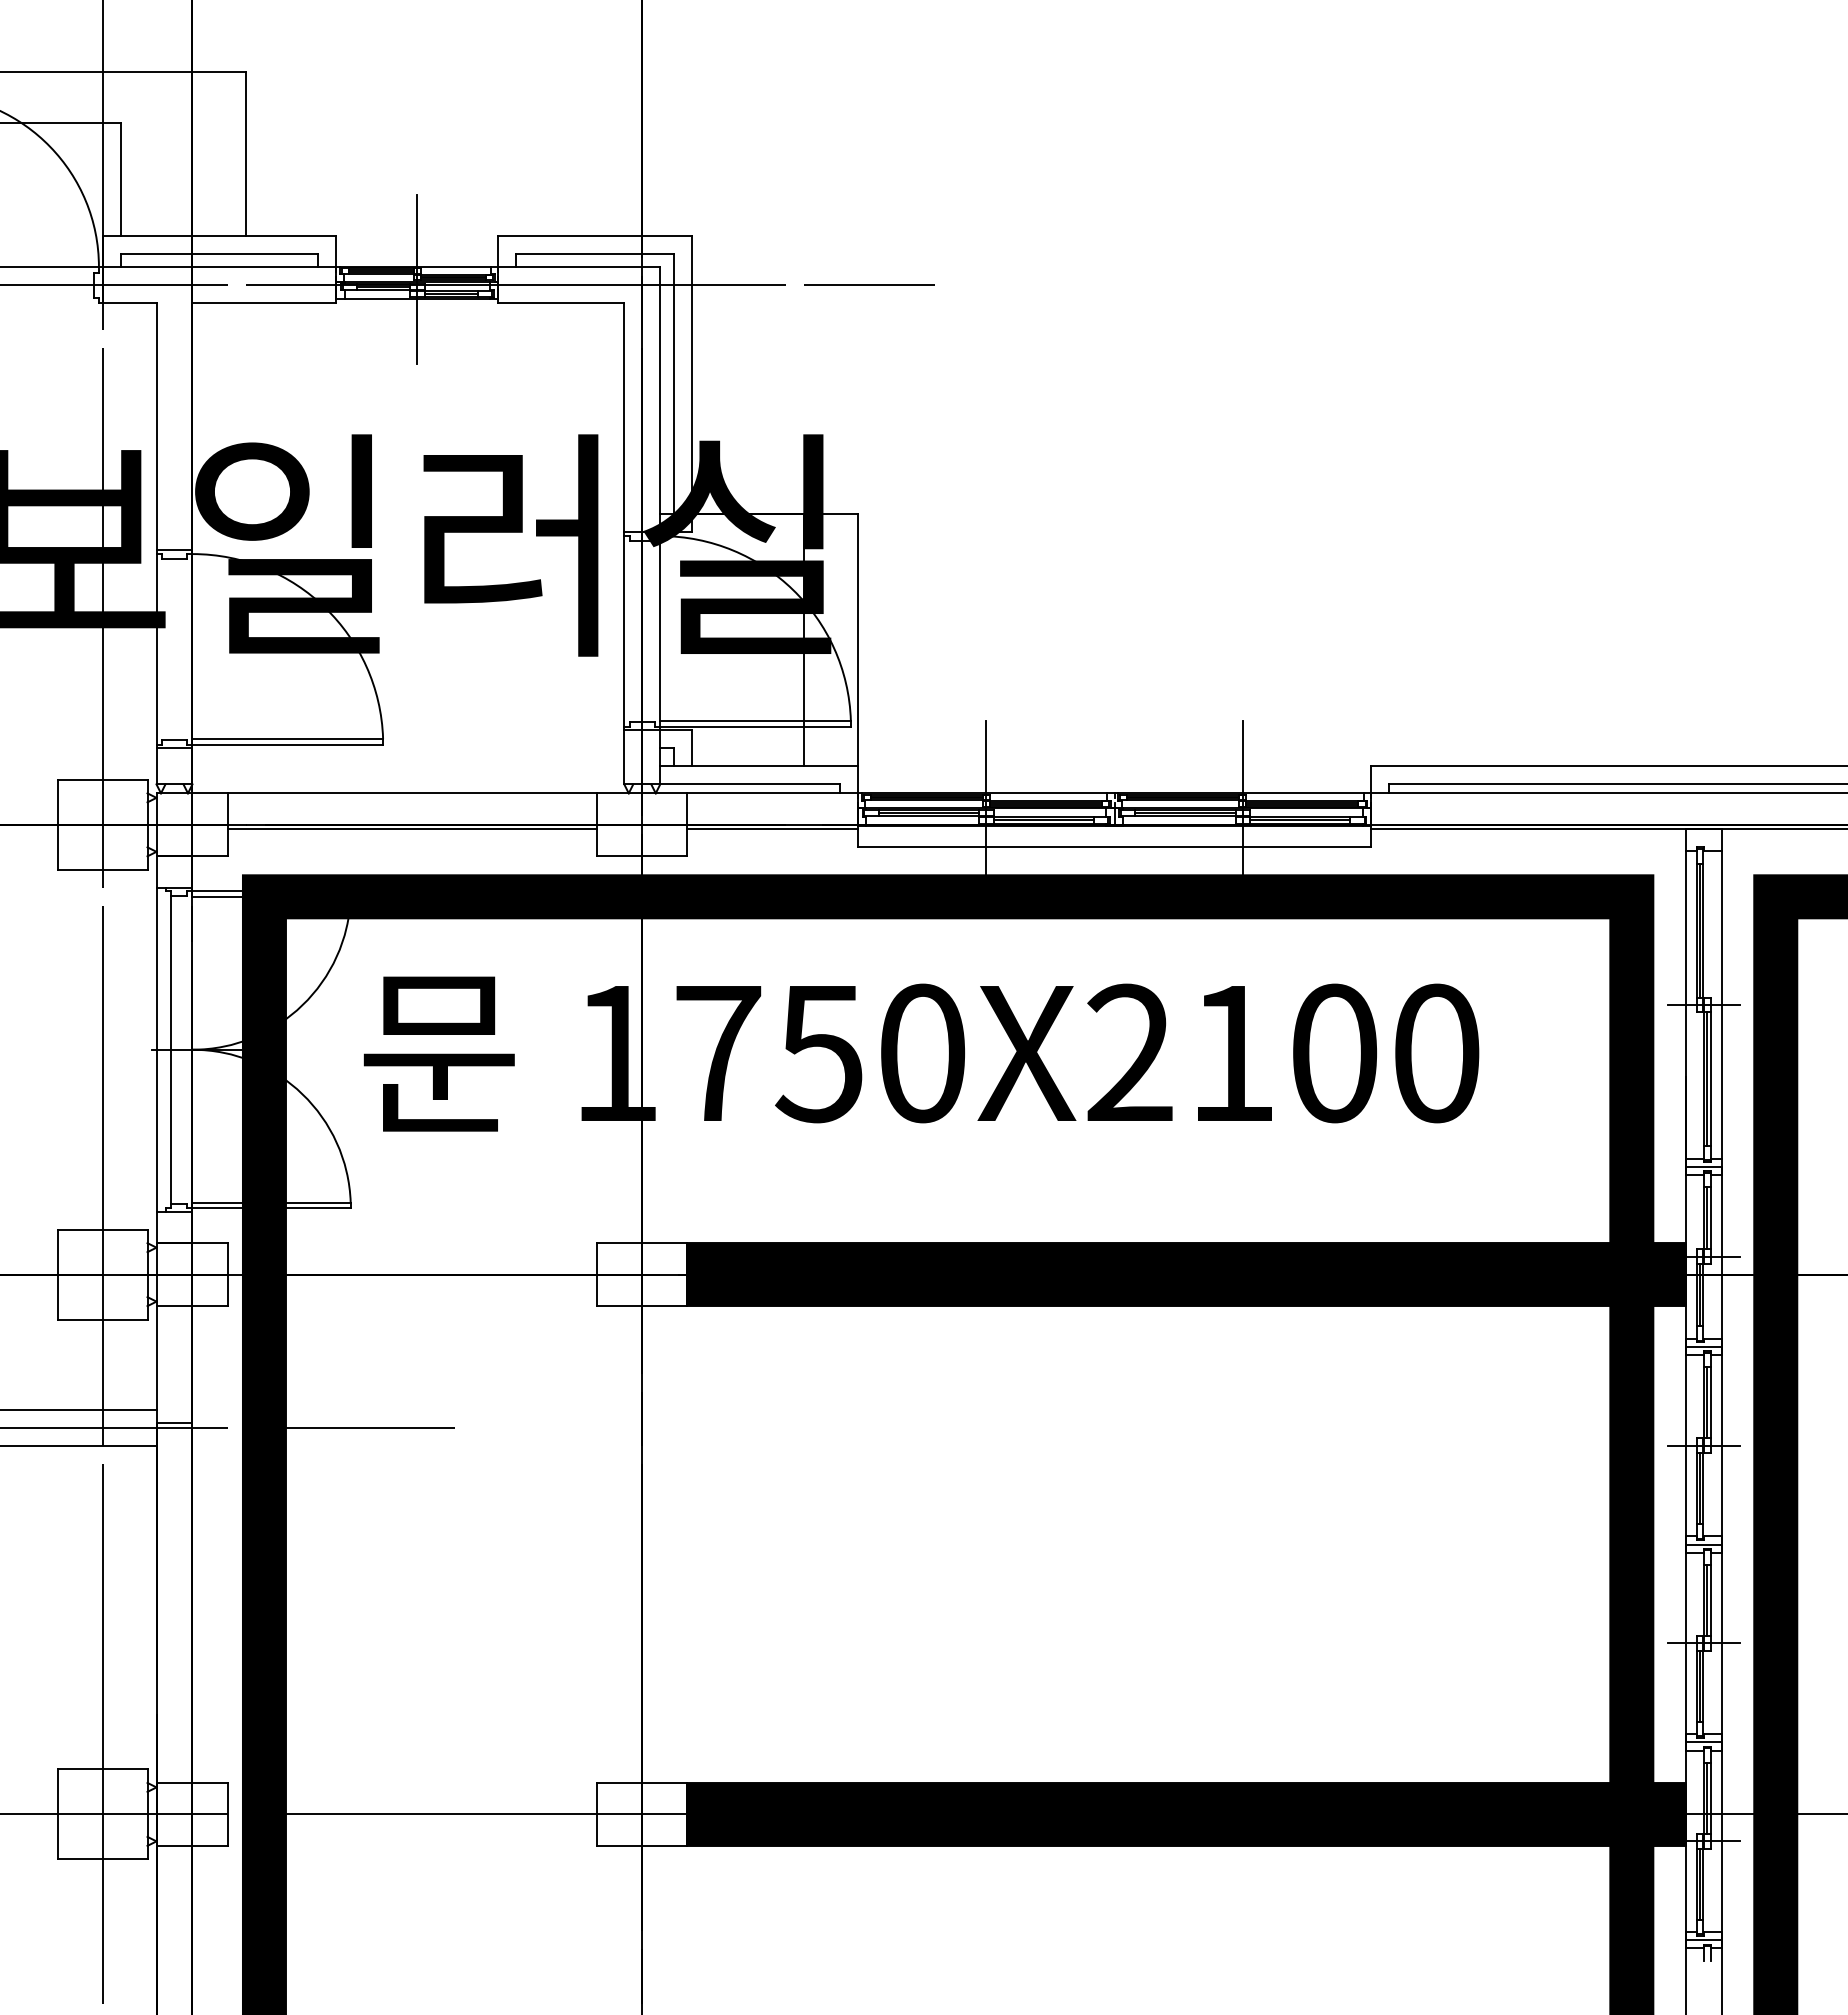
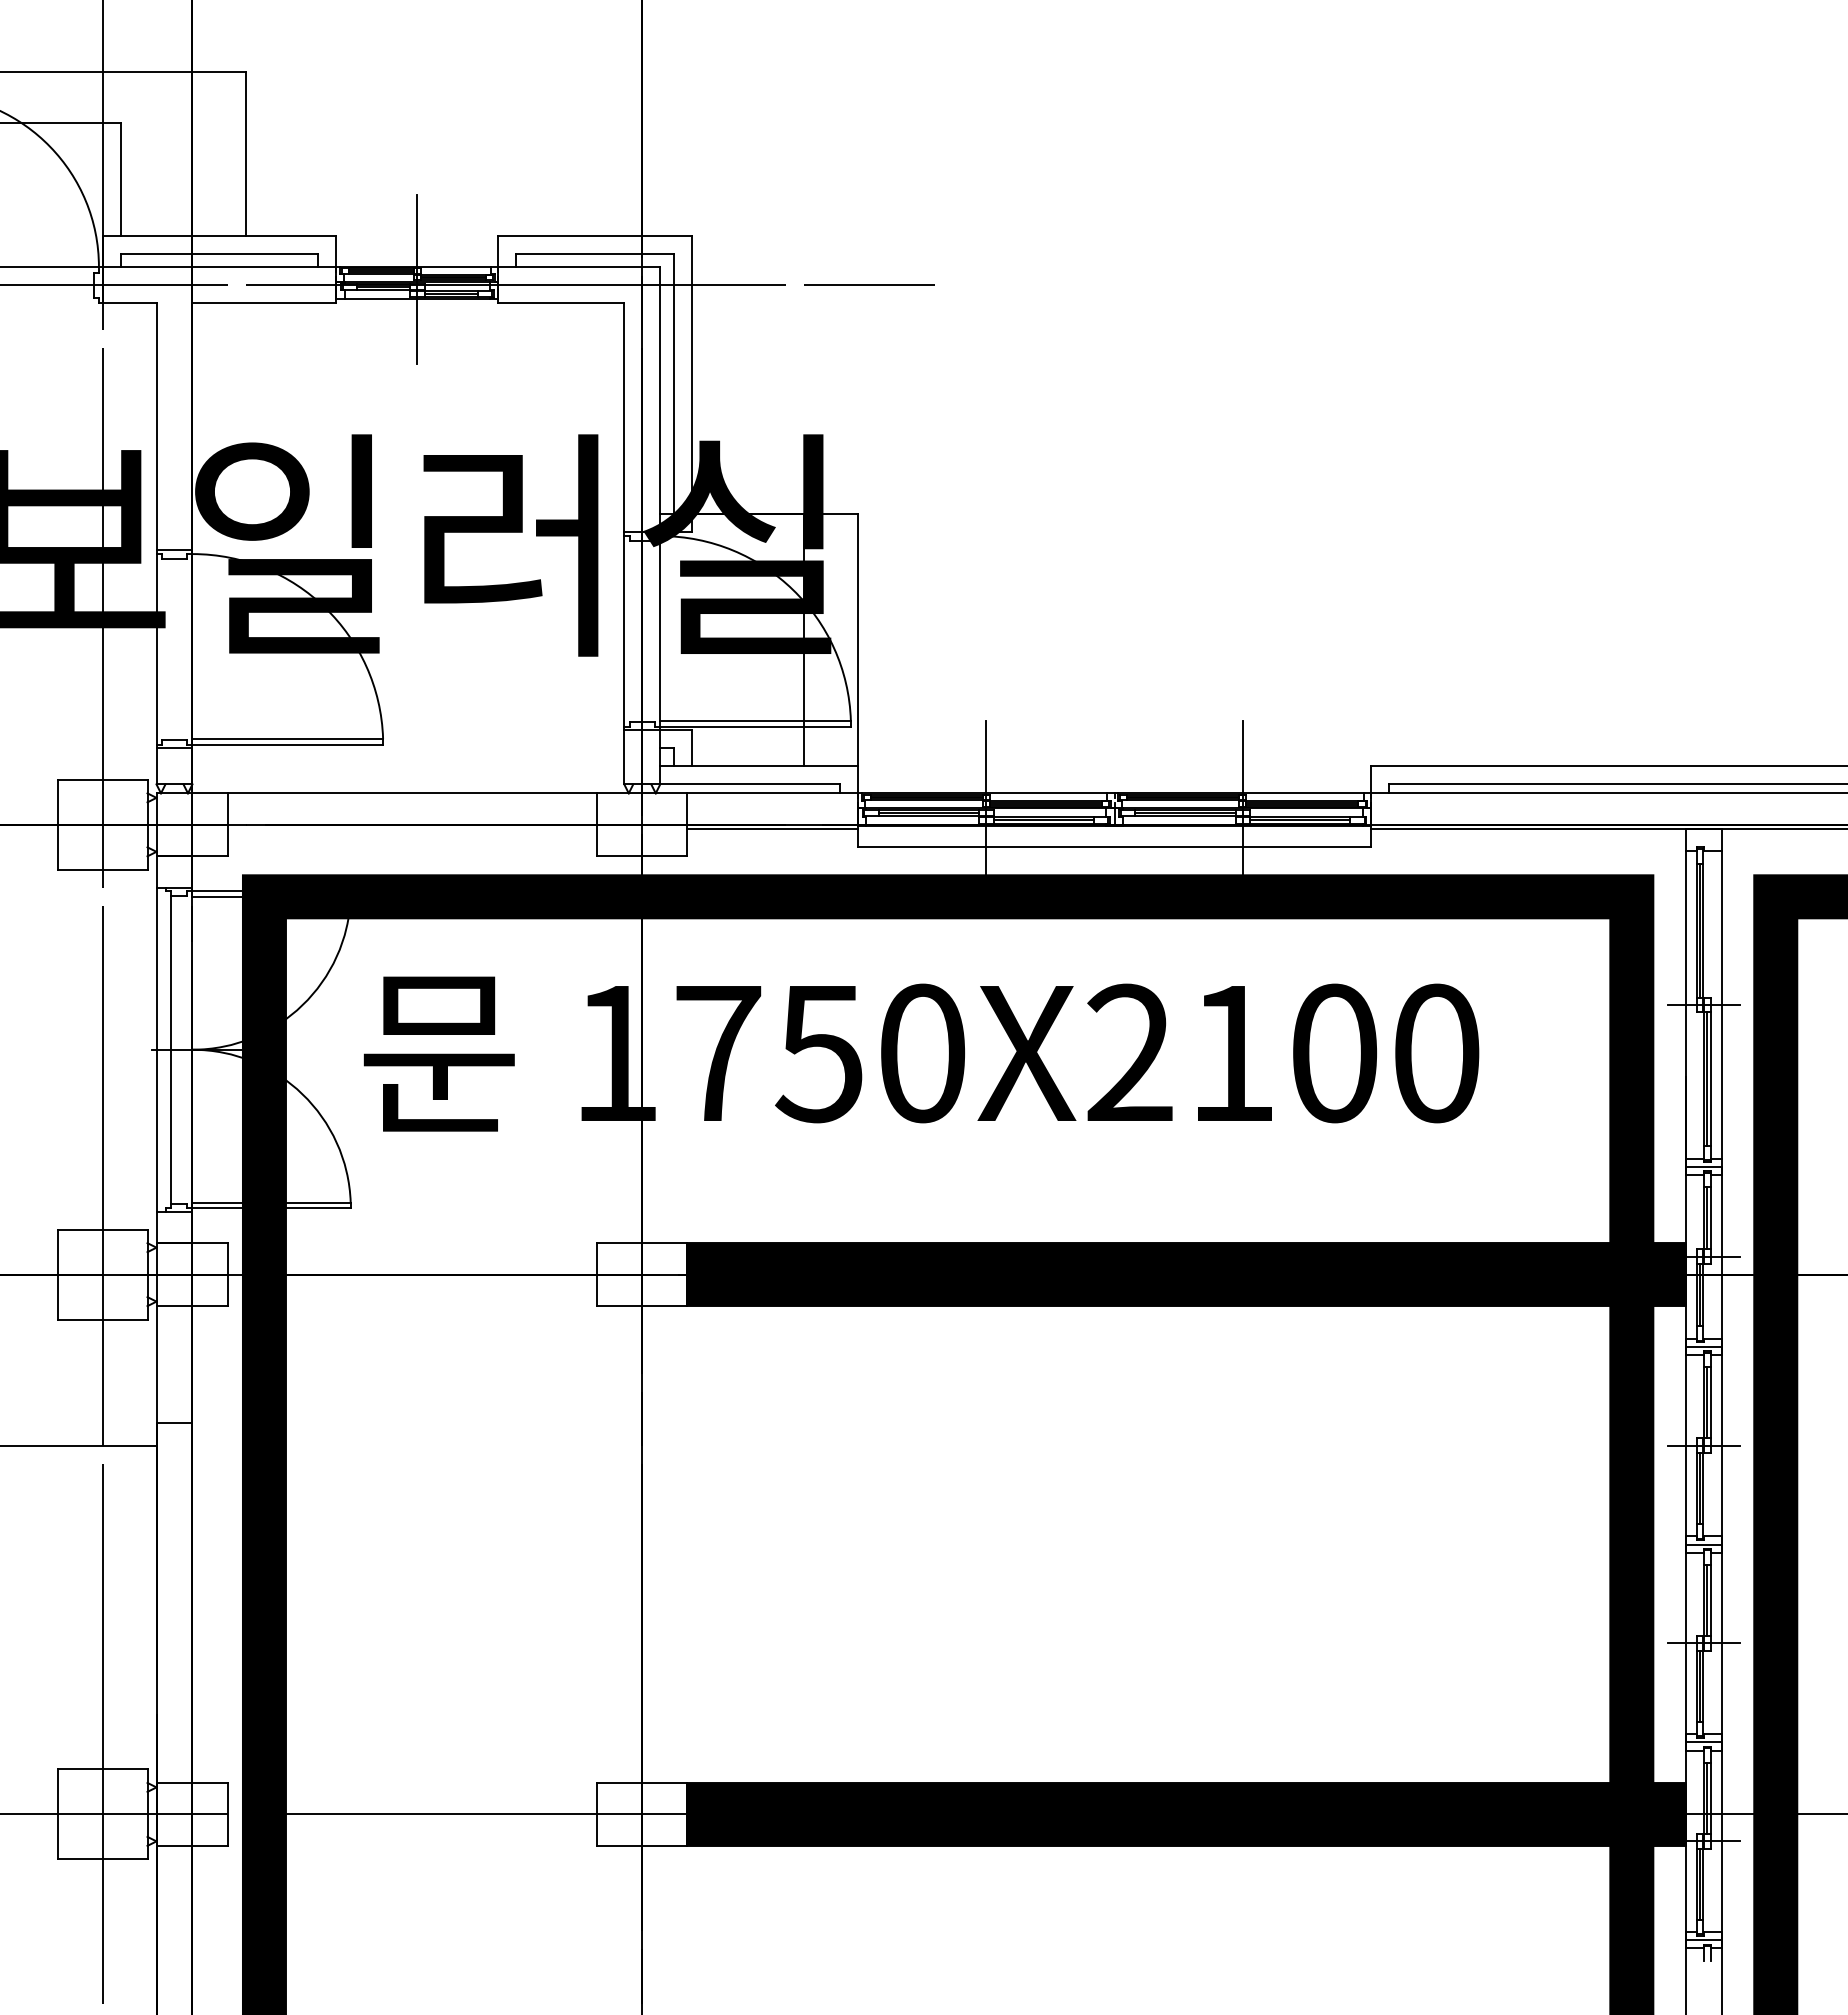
line at (412, 829): present -> none
line at (79, 1409): present -> none
line at (228, 1427): present -> none
